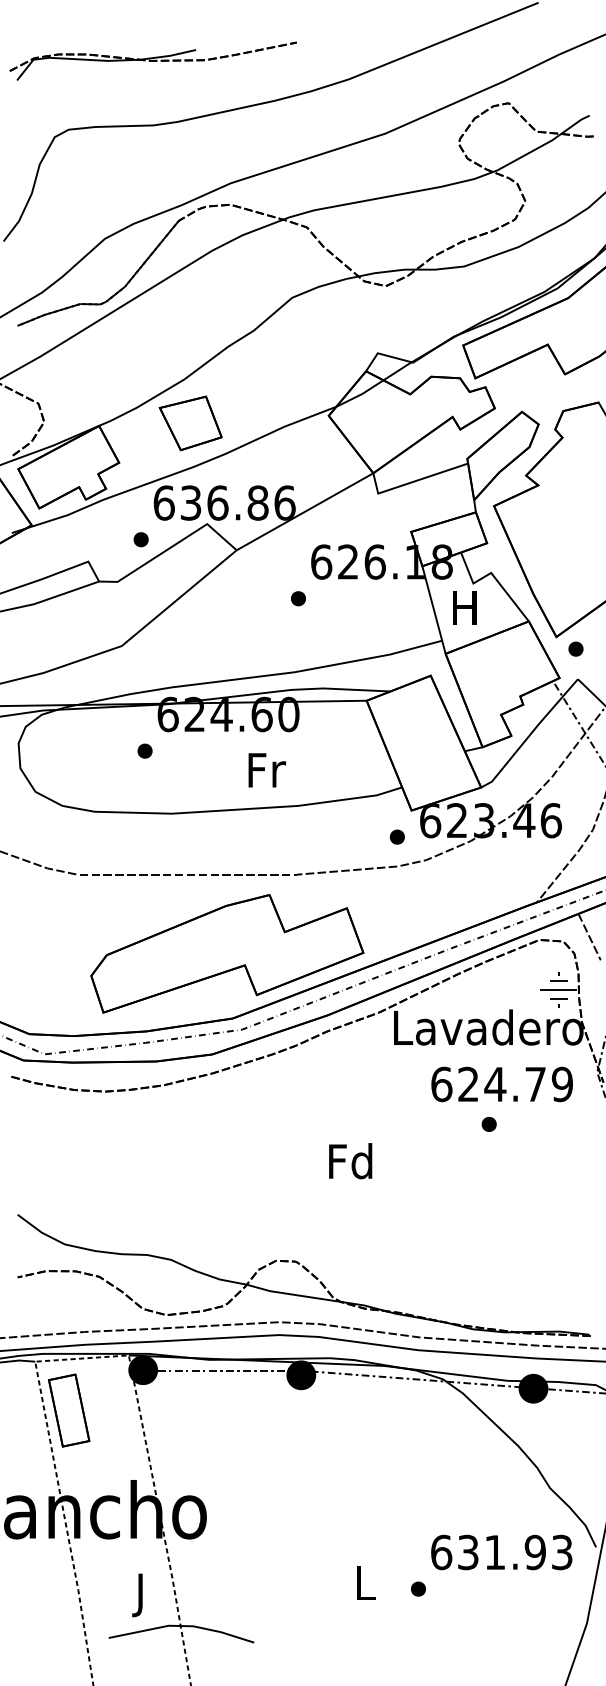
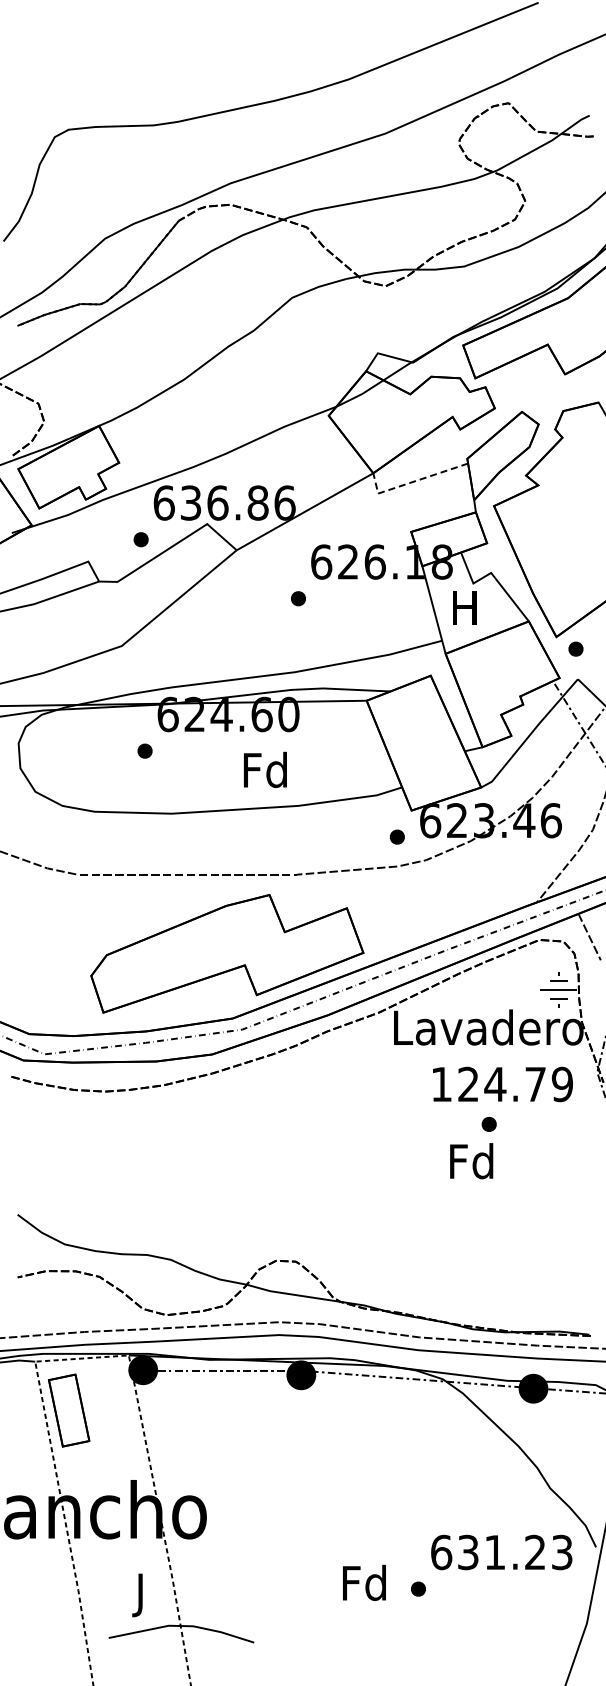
part at (152, 60): present -> none
part at (190, 423): present -> none
line at (412, 482): solid -> dashed
text at (264, 769): Fr -> Fd
text at (441, 1084): 624.79 -> 124.79
text at (350, 1161) position: (350, 1161) -> (471, 1161)
text at (534, 1552): 631.93 -> 631.23
text at (364, 1582): L -> Fd
